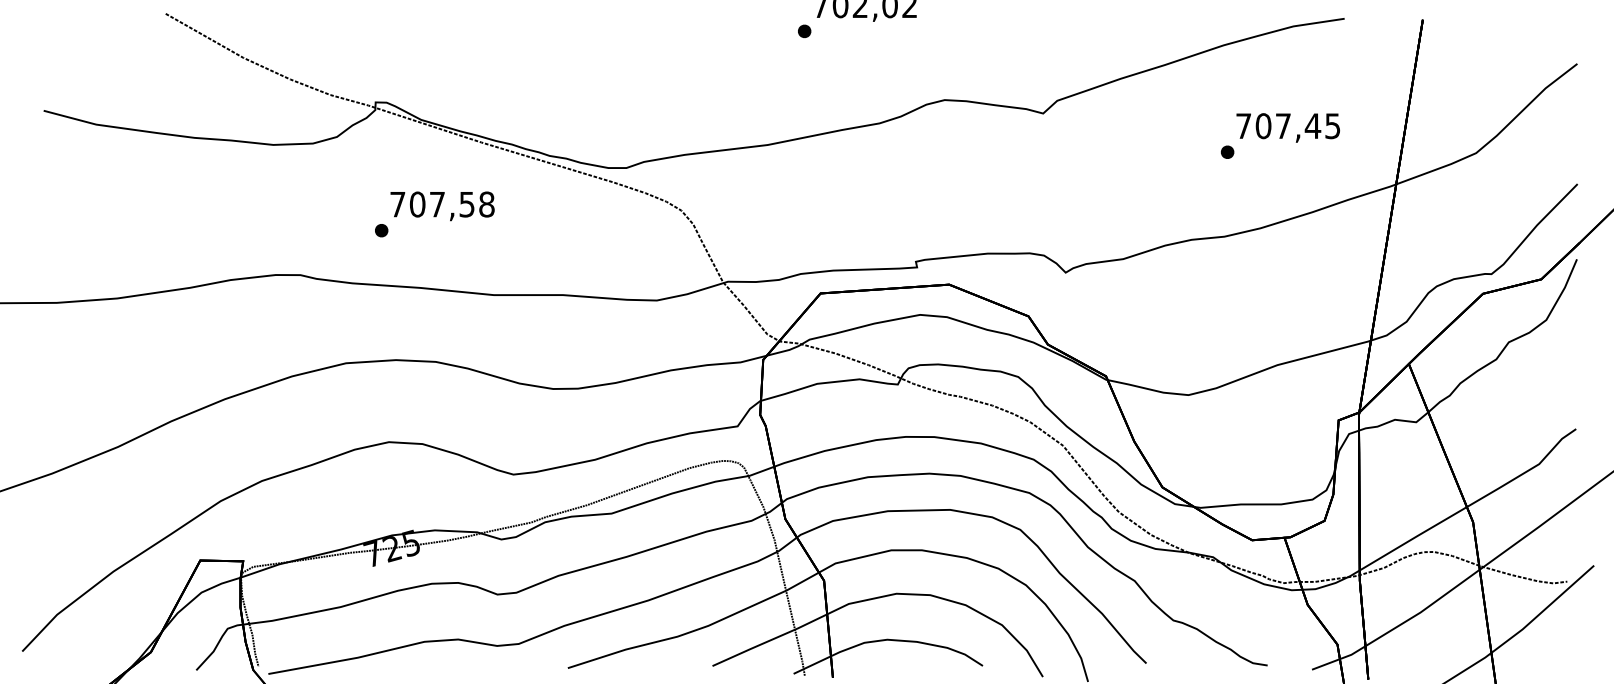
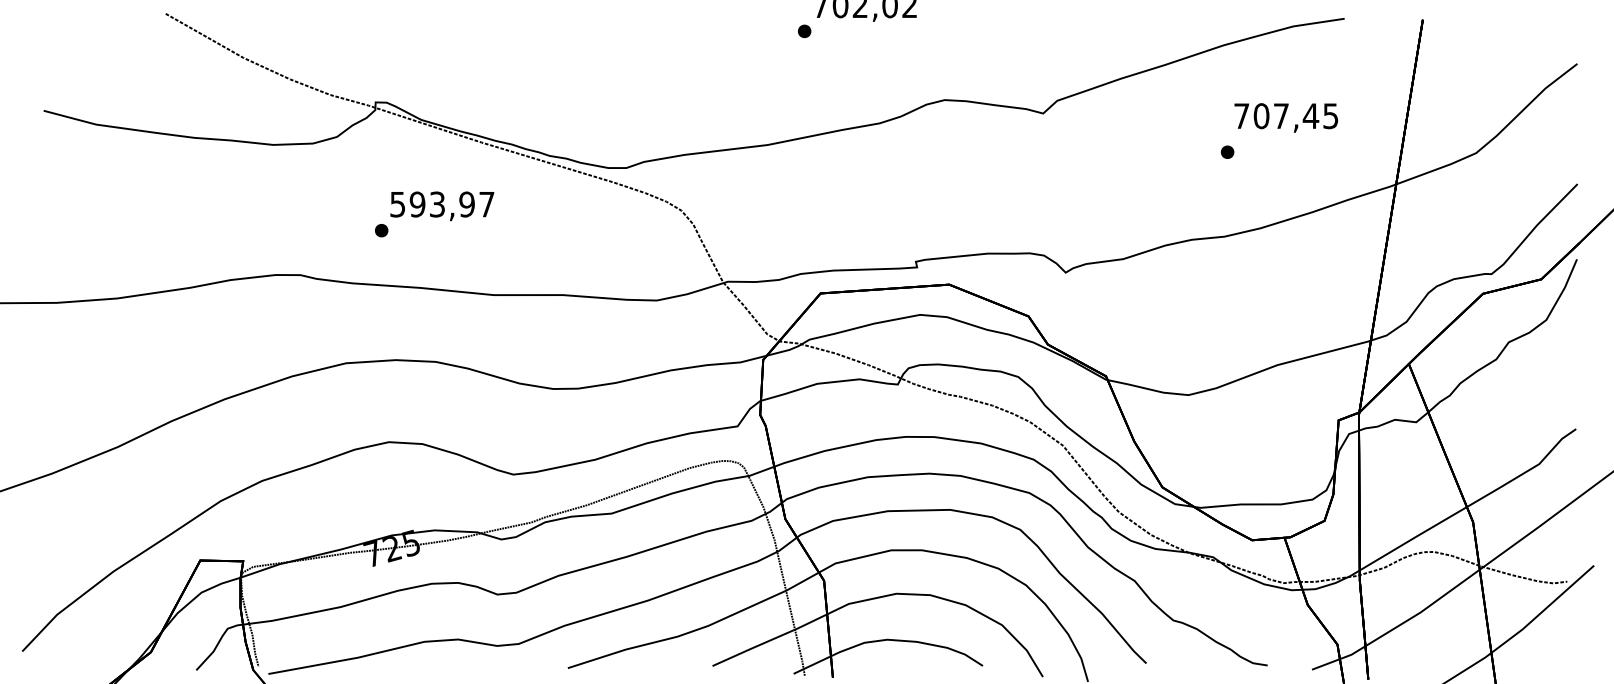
text at (1287, 127) position: (1287, 127) -> (1285, 117)
text at (442, 204): 707,58 -> 593,97
